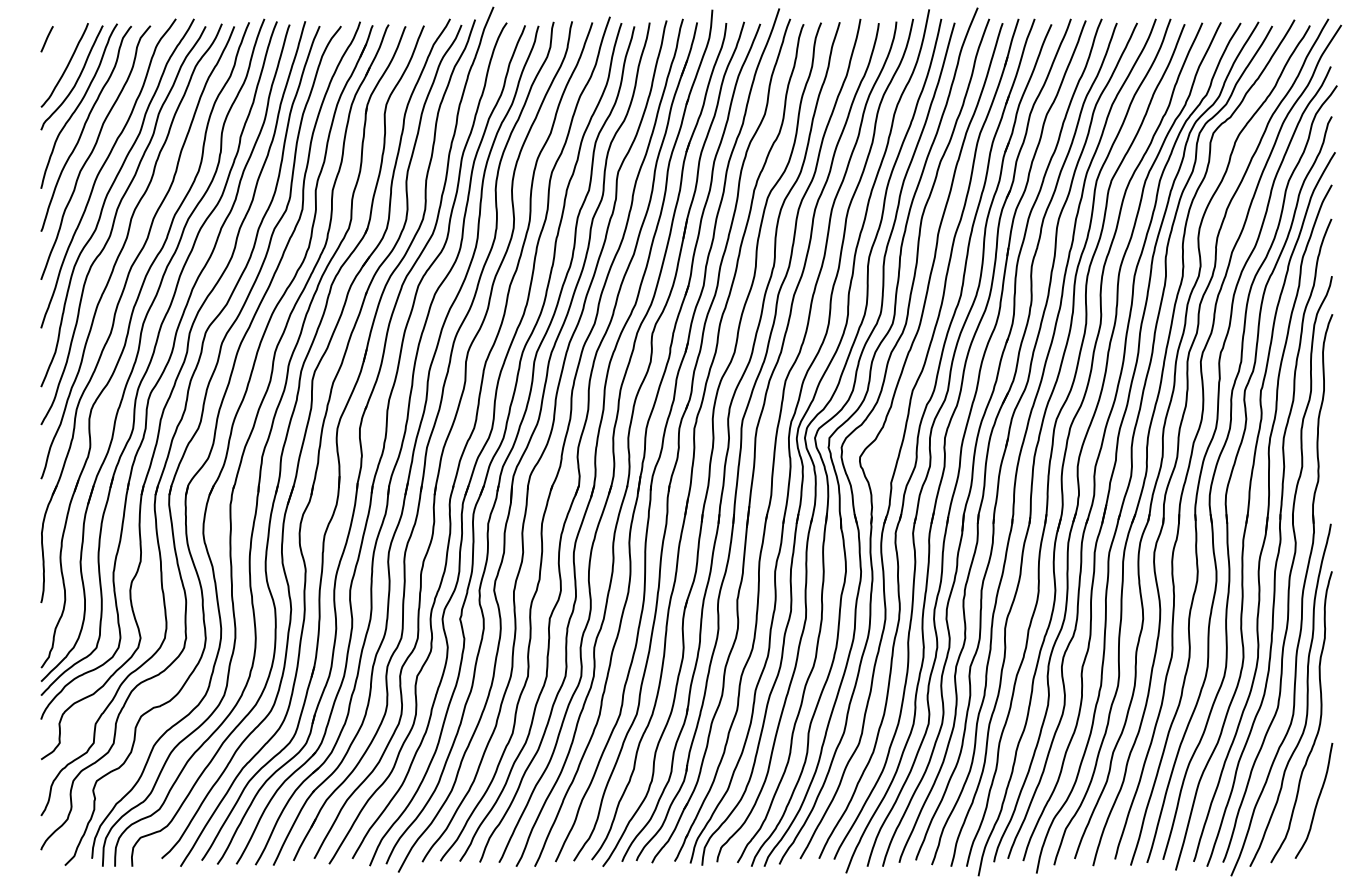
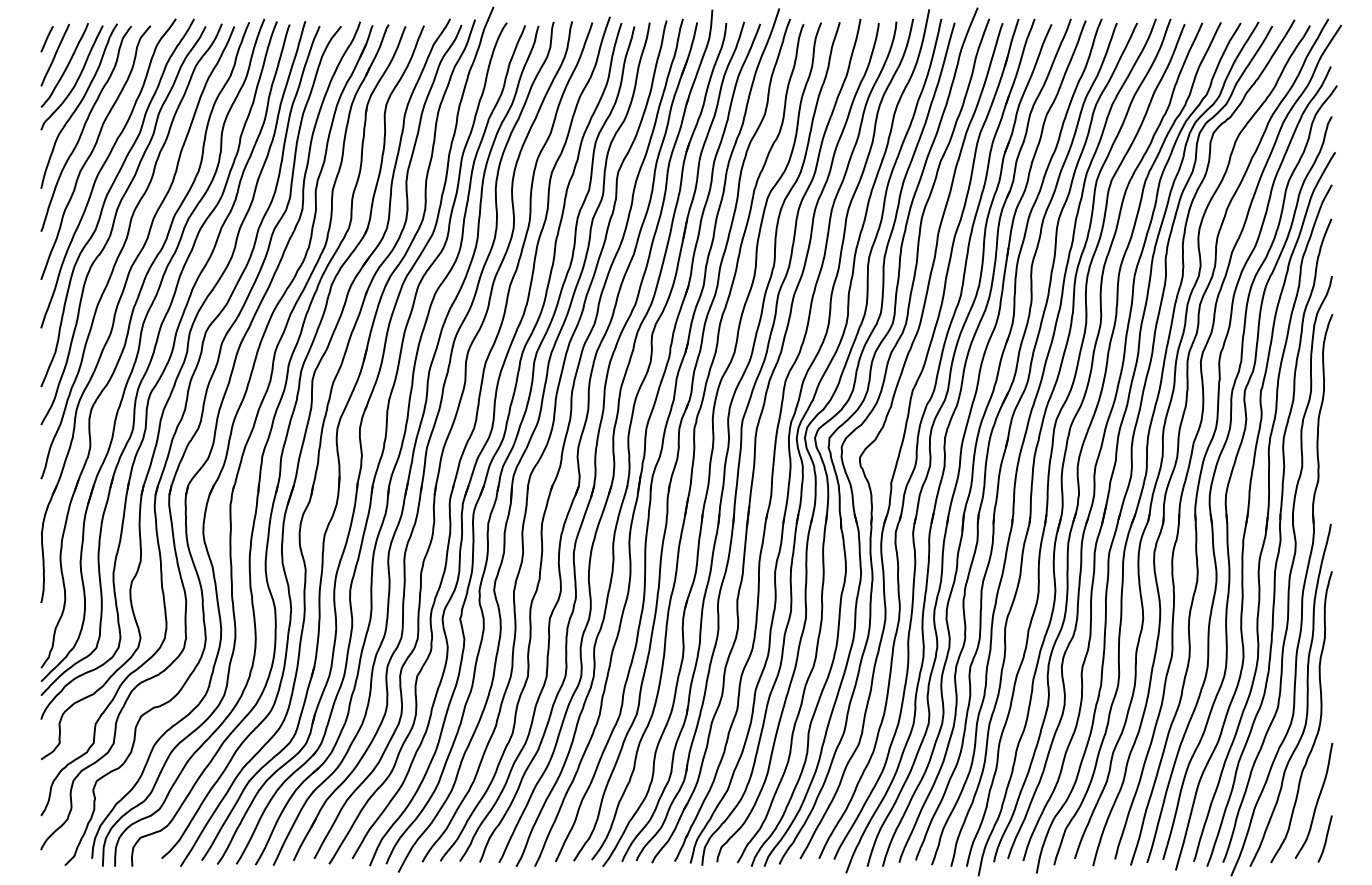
line at (54, 54): none -> present
curve at (1325, 838): none -> present
